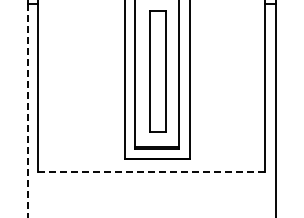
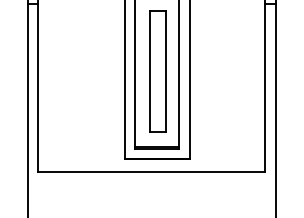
line at (27, 111): dashed -> solid
line at (152, 171): dashed -> solid
